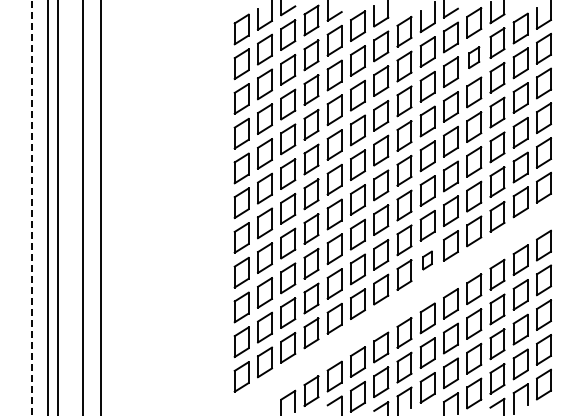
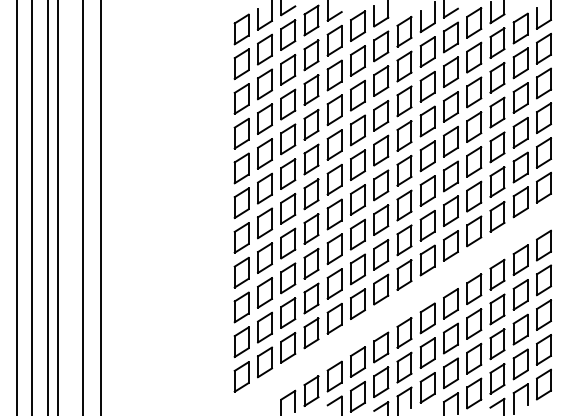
part at (474, 57) size: 13x23 px -> 17x33 px
line at (17, 207): none -> present
line at (31, 207): dashed -> solid
part at (427, 260) size: 11x21 px -> 17x33 px
